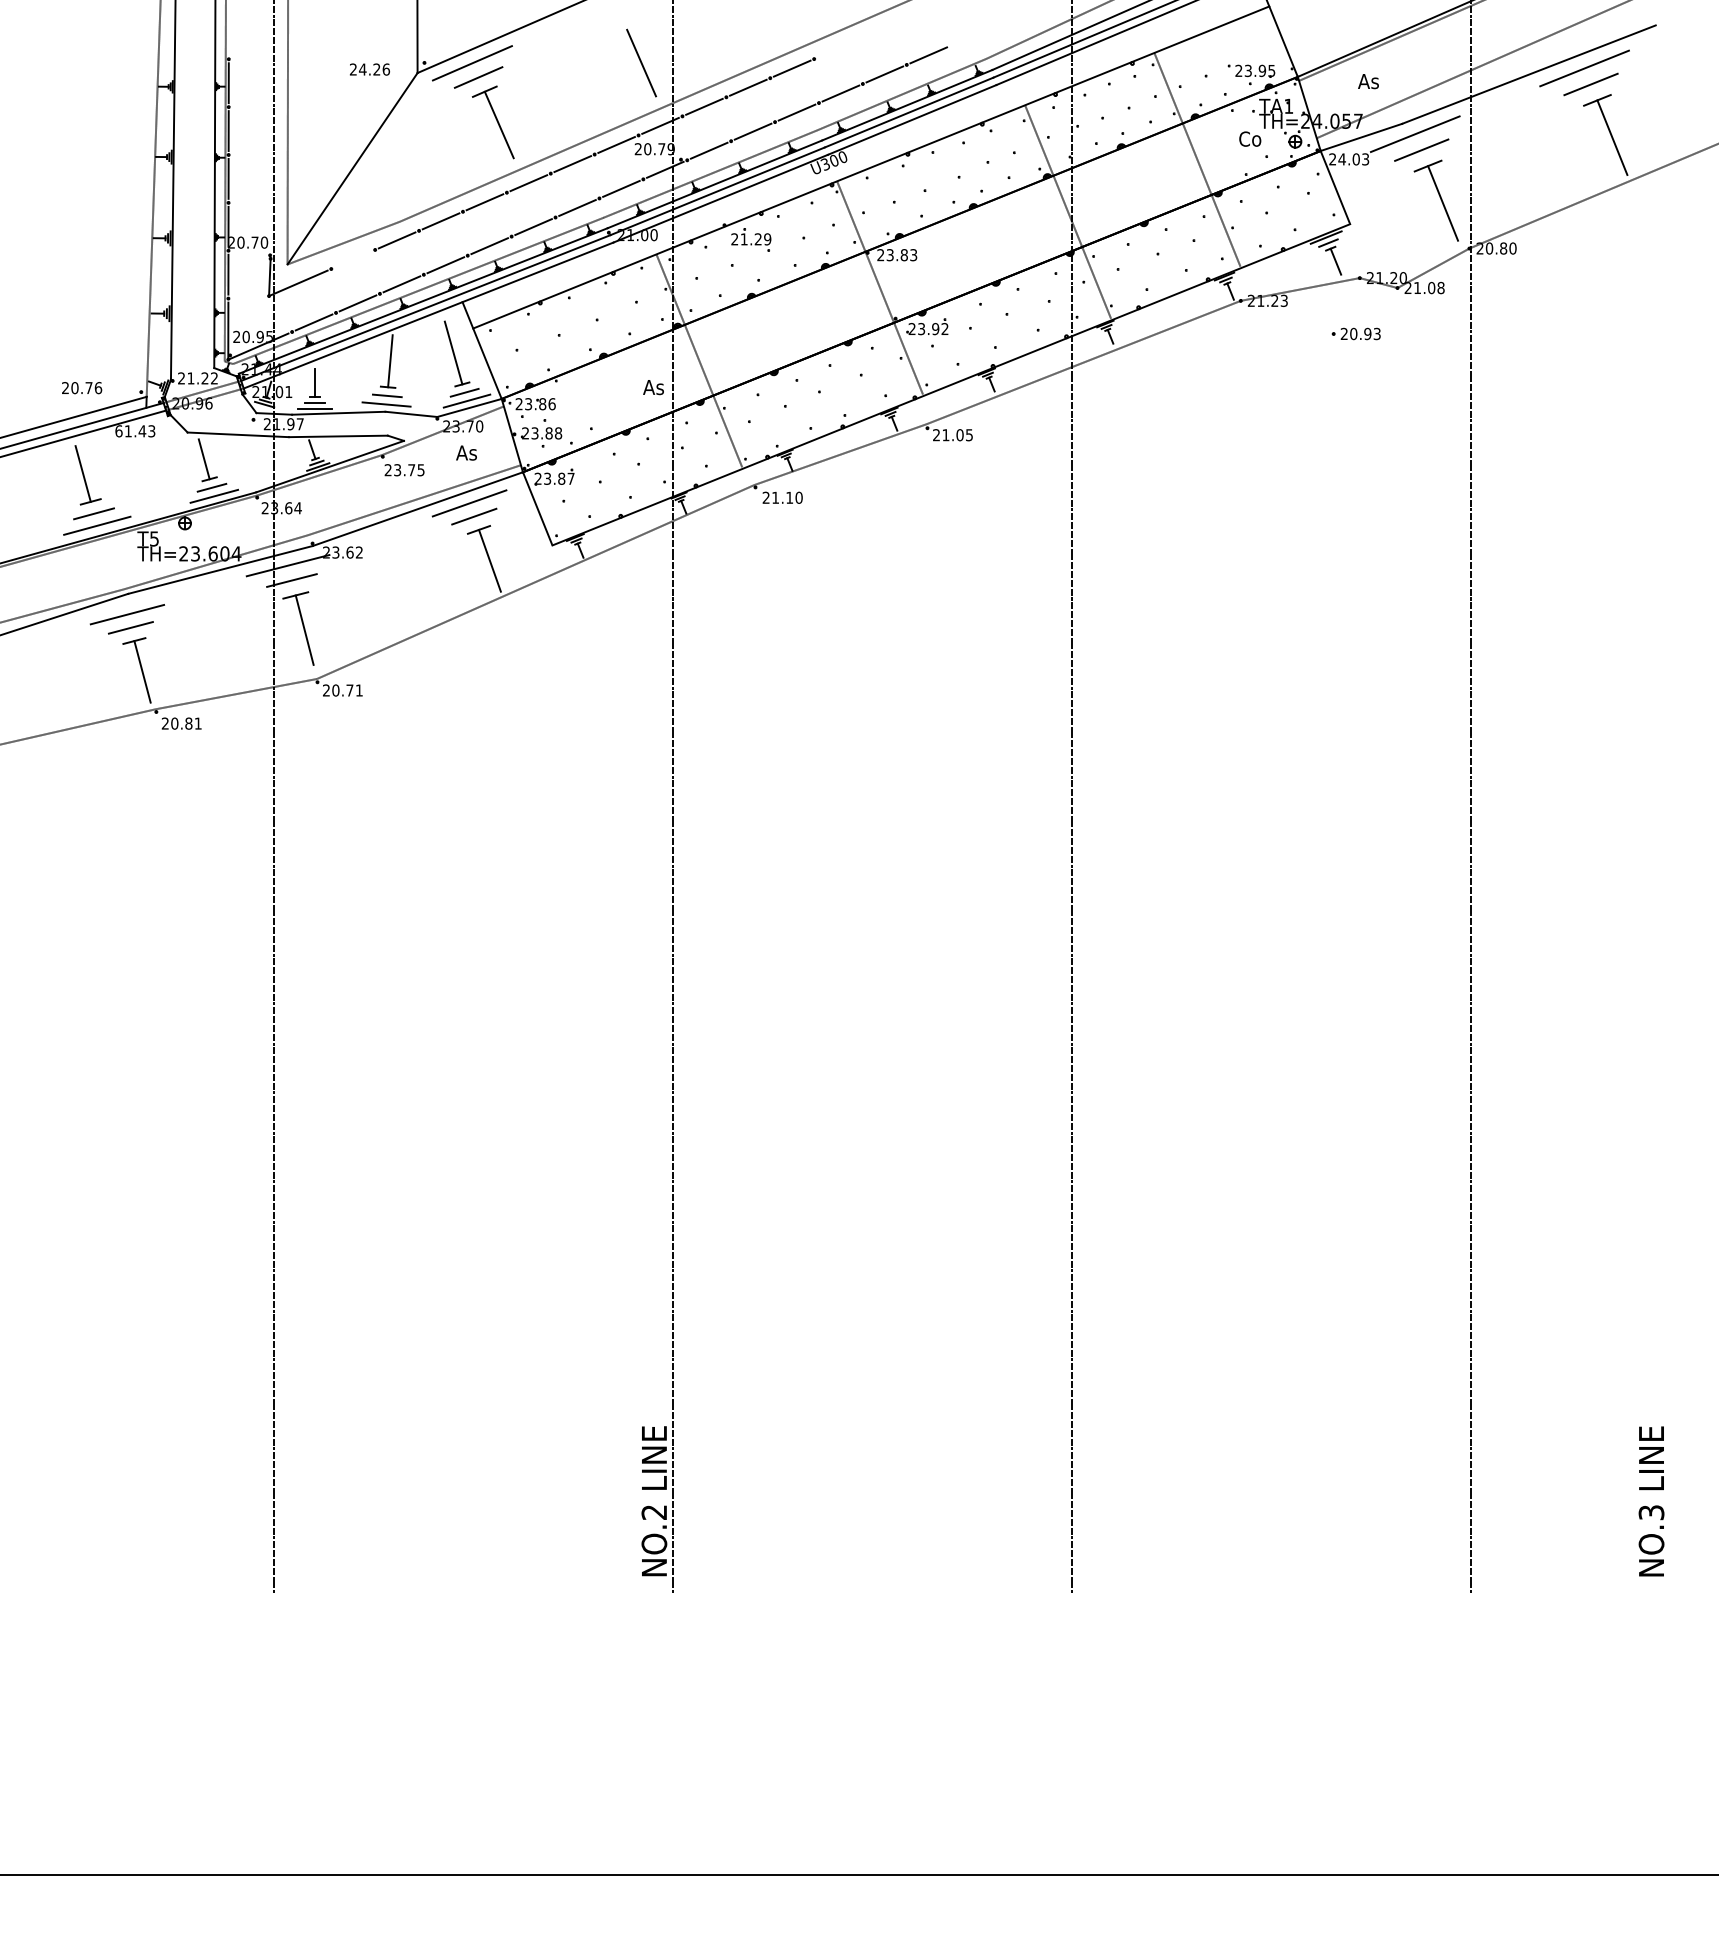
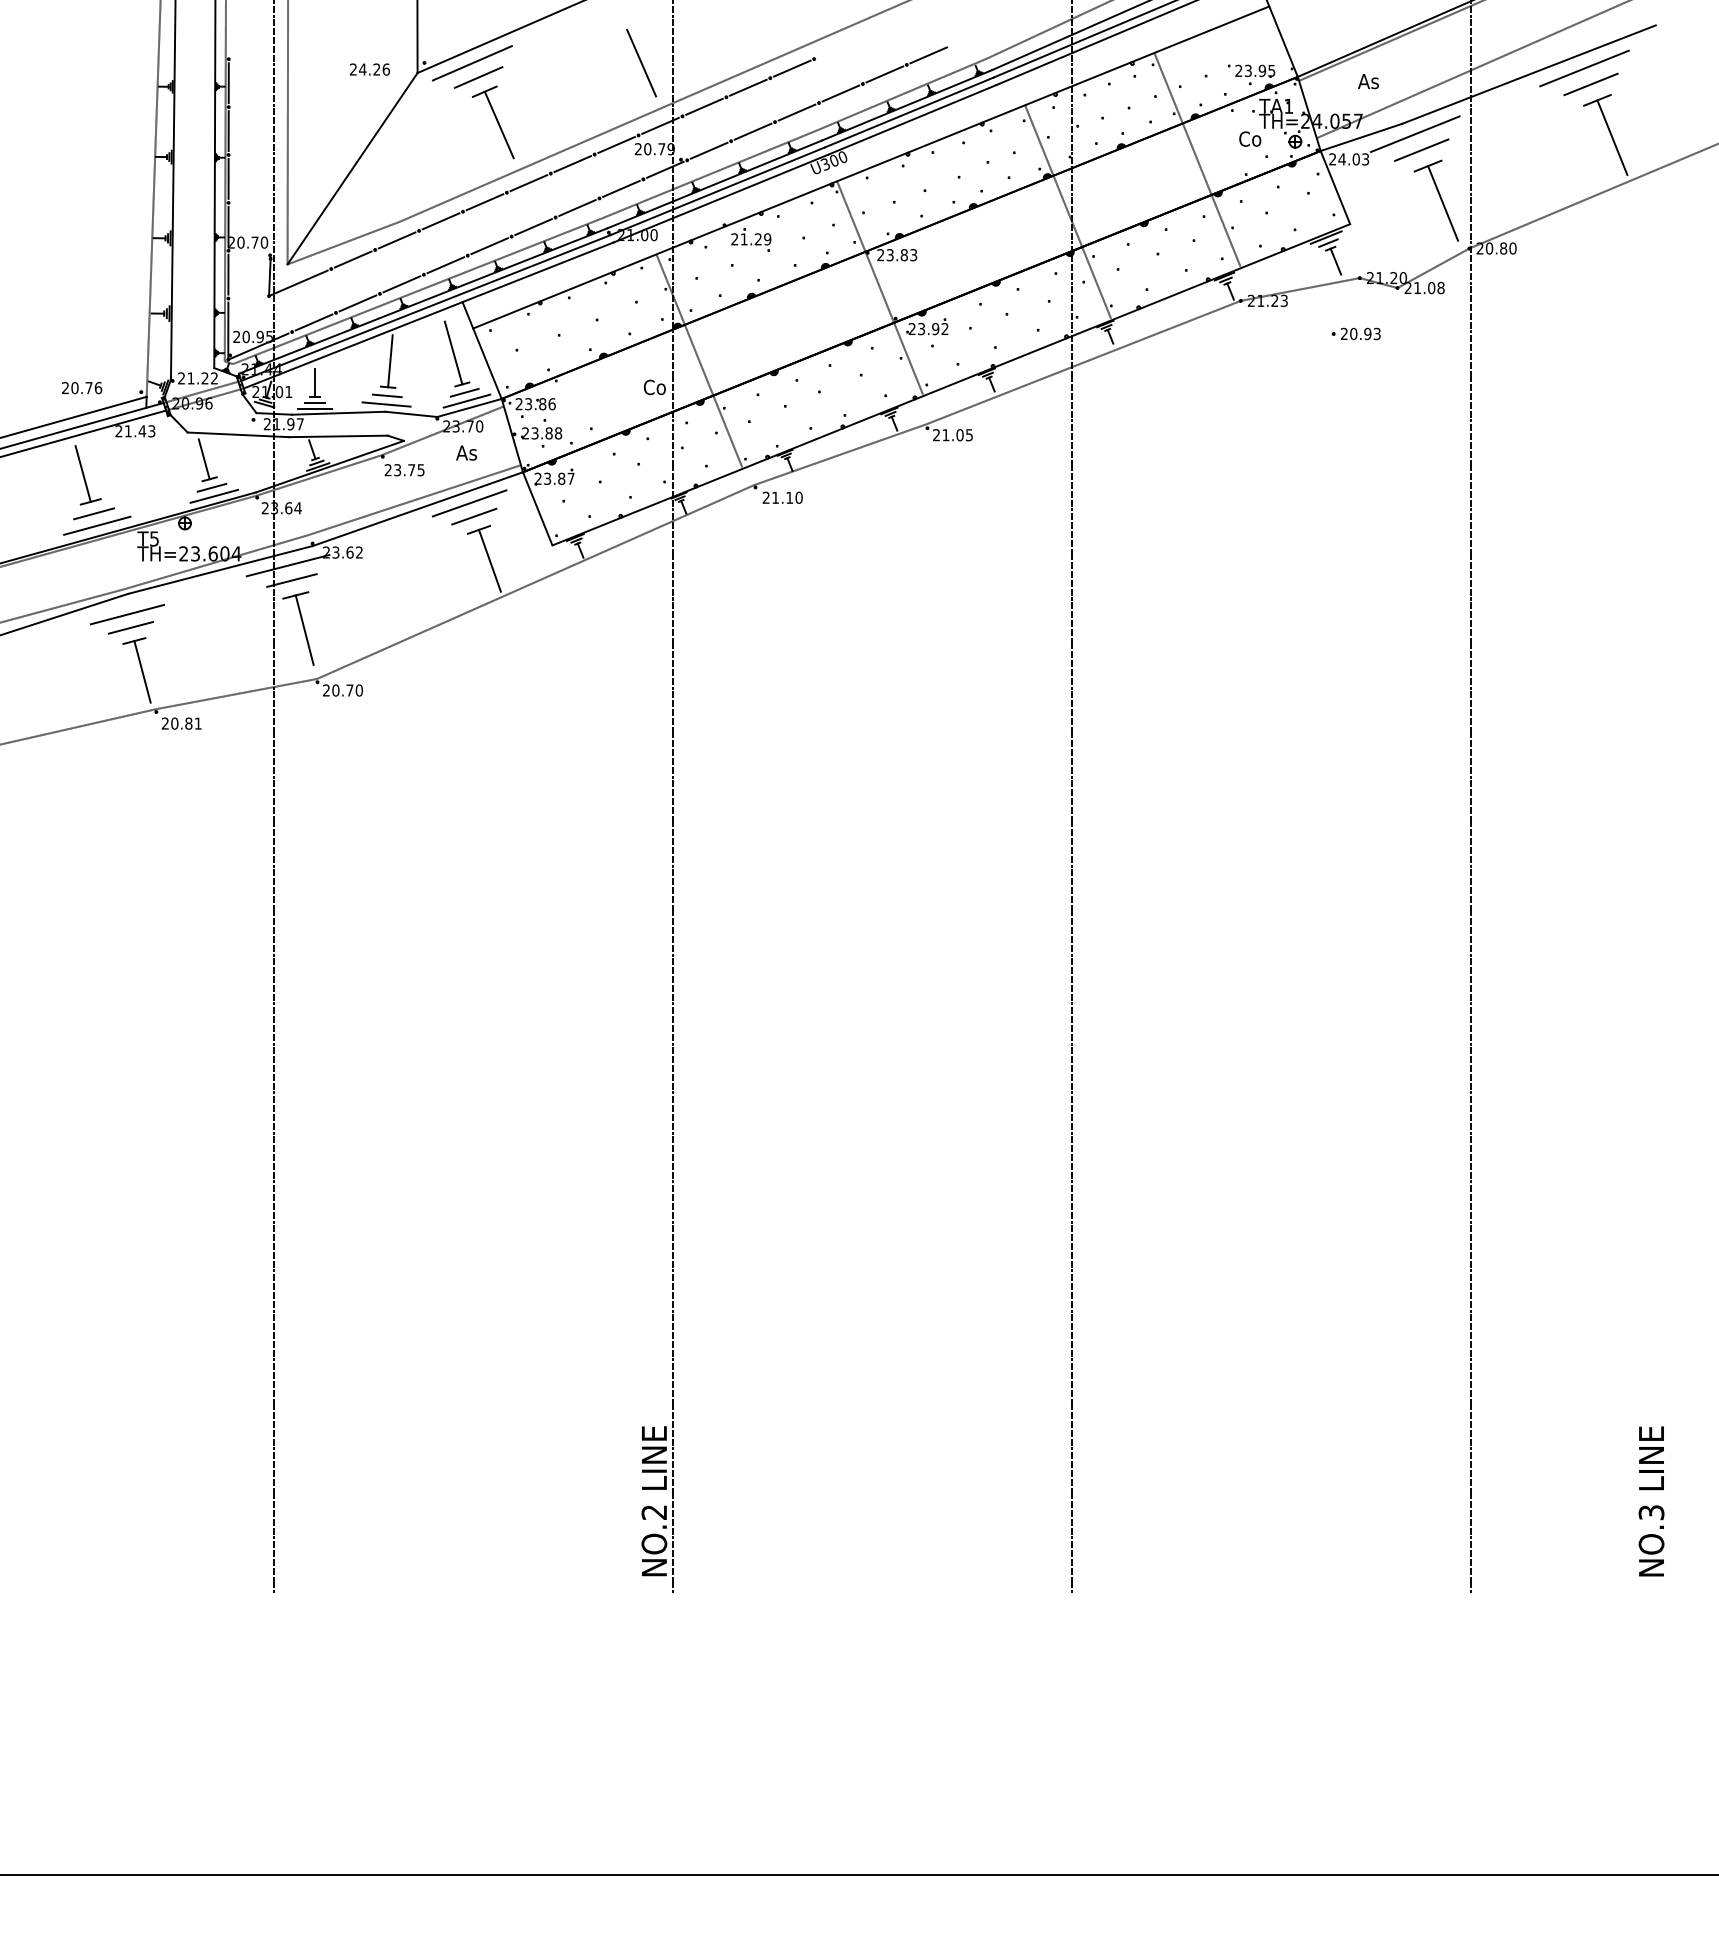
line at (352, 259): none -> present
text at (654, 387): As -> Co
text at (118, 431): 61.43 -> 21.43
text at (359, 690): 20.71 -> 20.70
